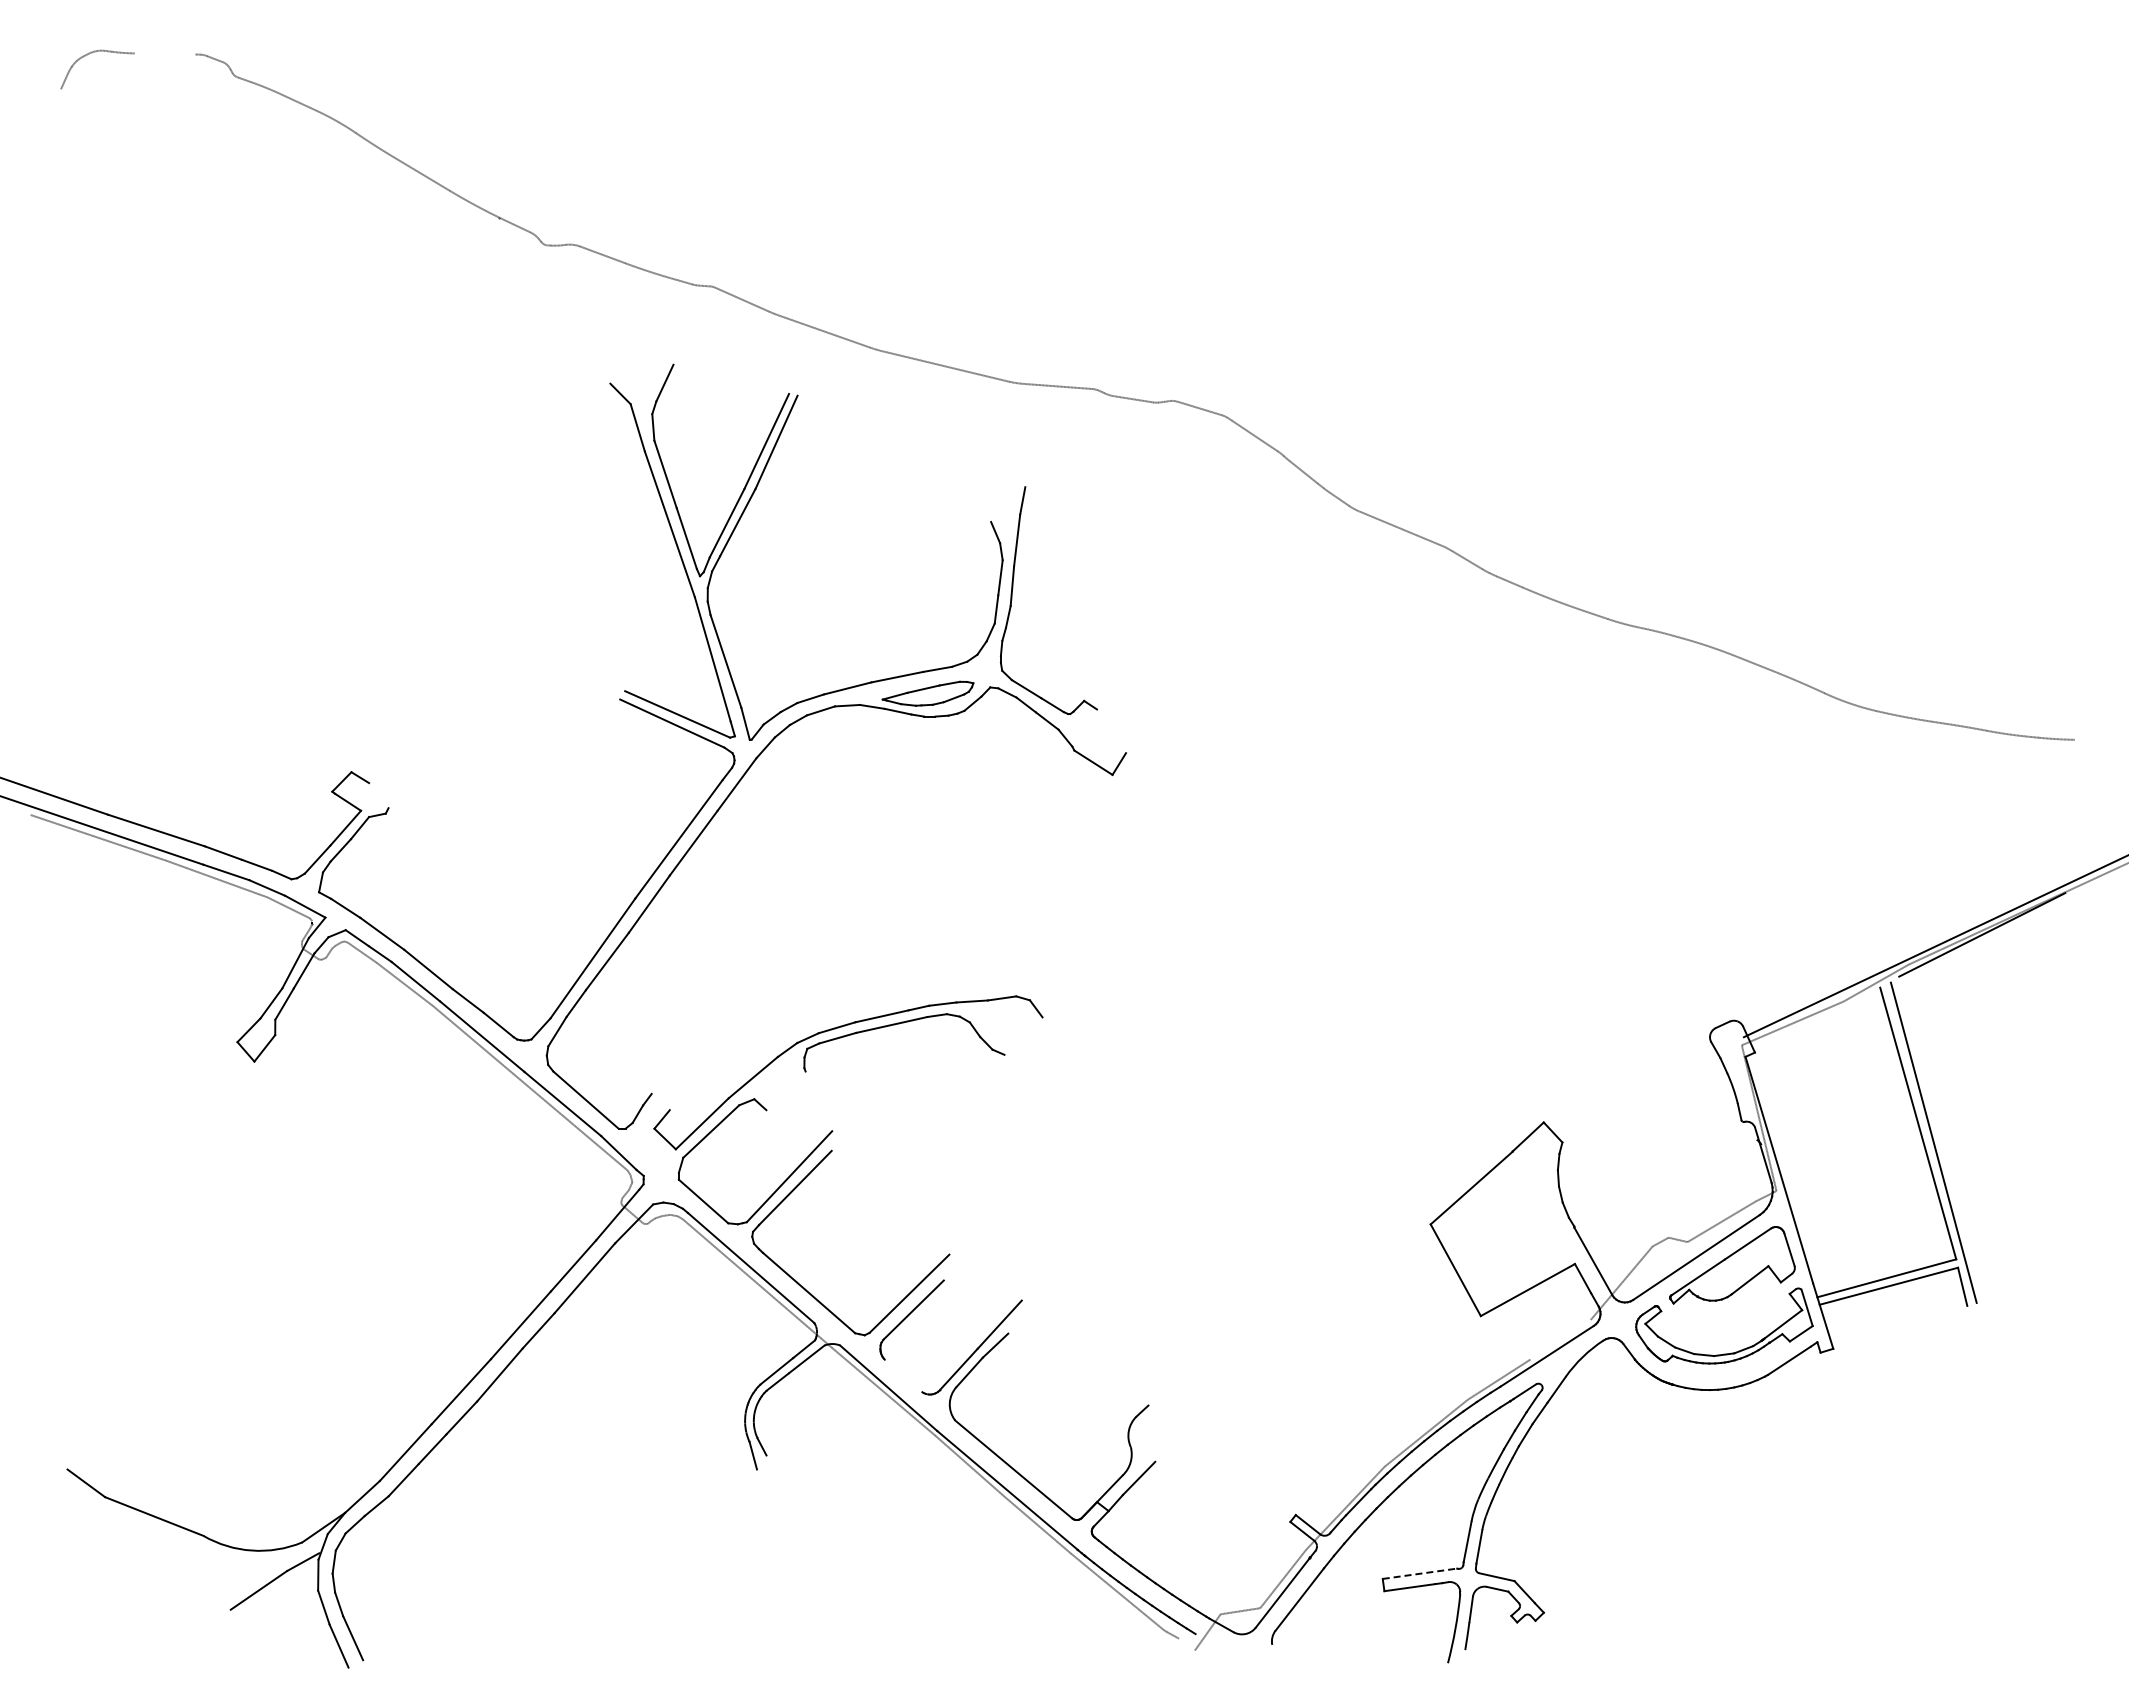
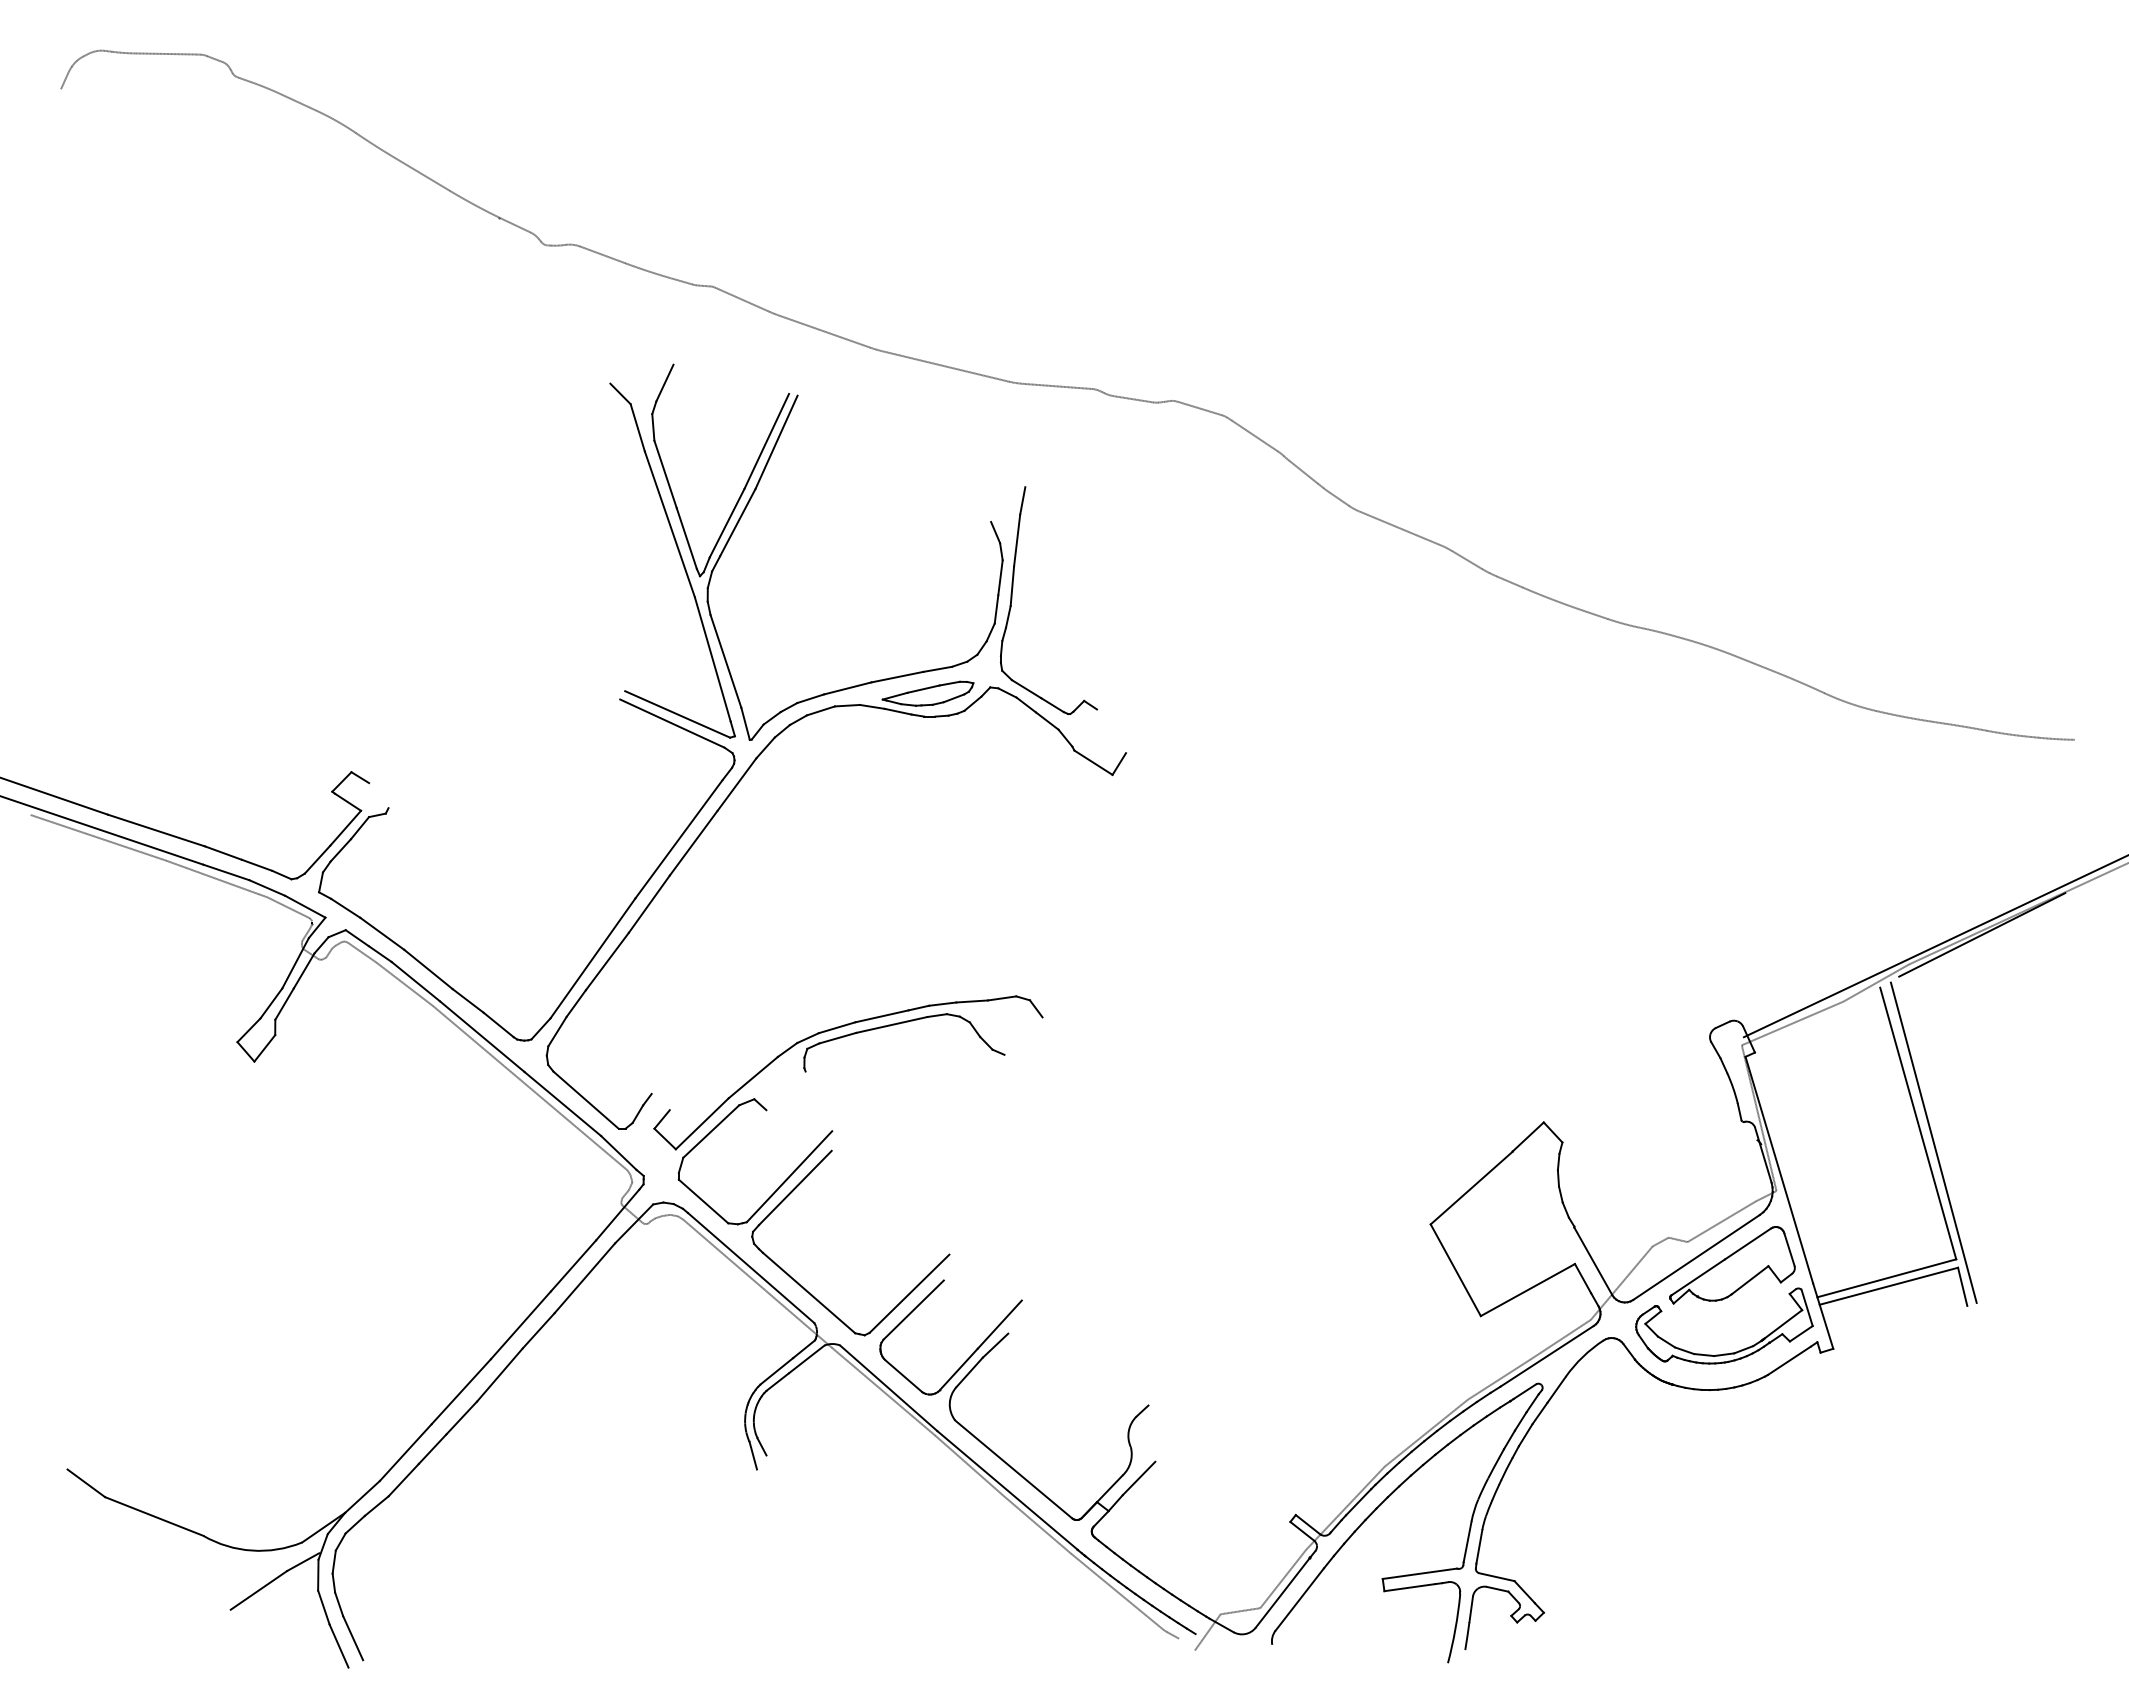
line at (164, 53): none -> present
line at (1560, 1339): none -> present
line at (903, 1376): none -> present
line at (1420, 1573): dashed -> solid
